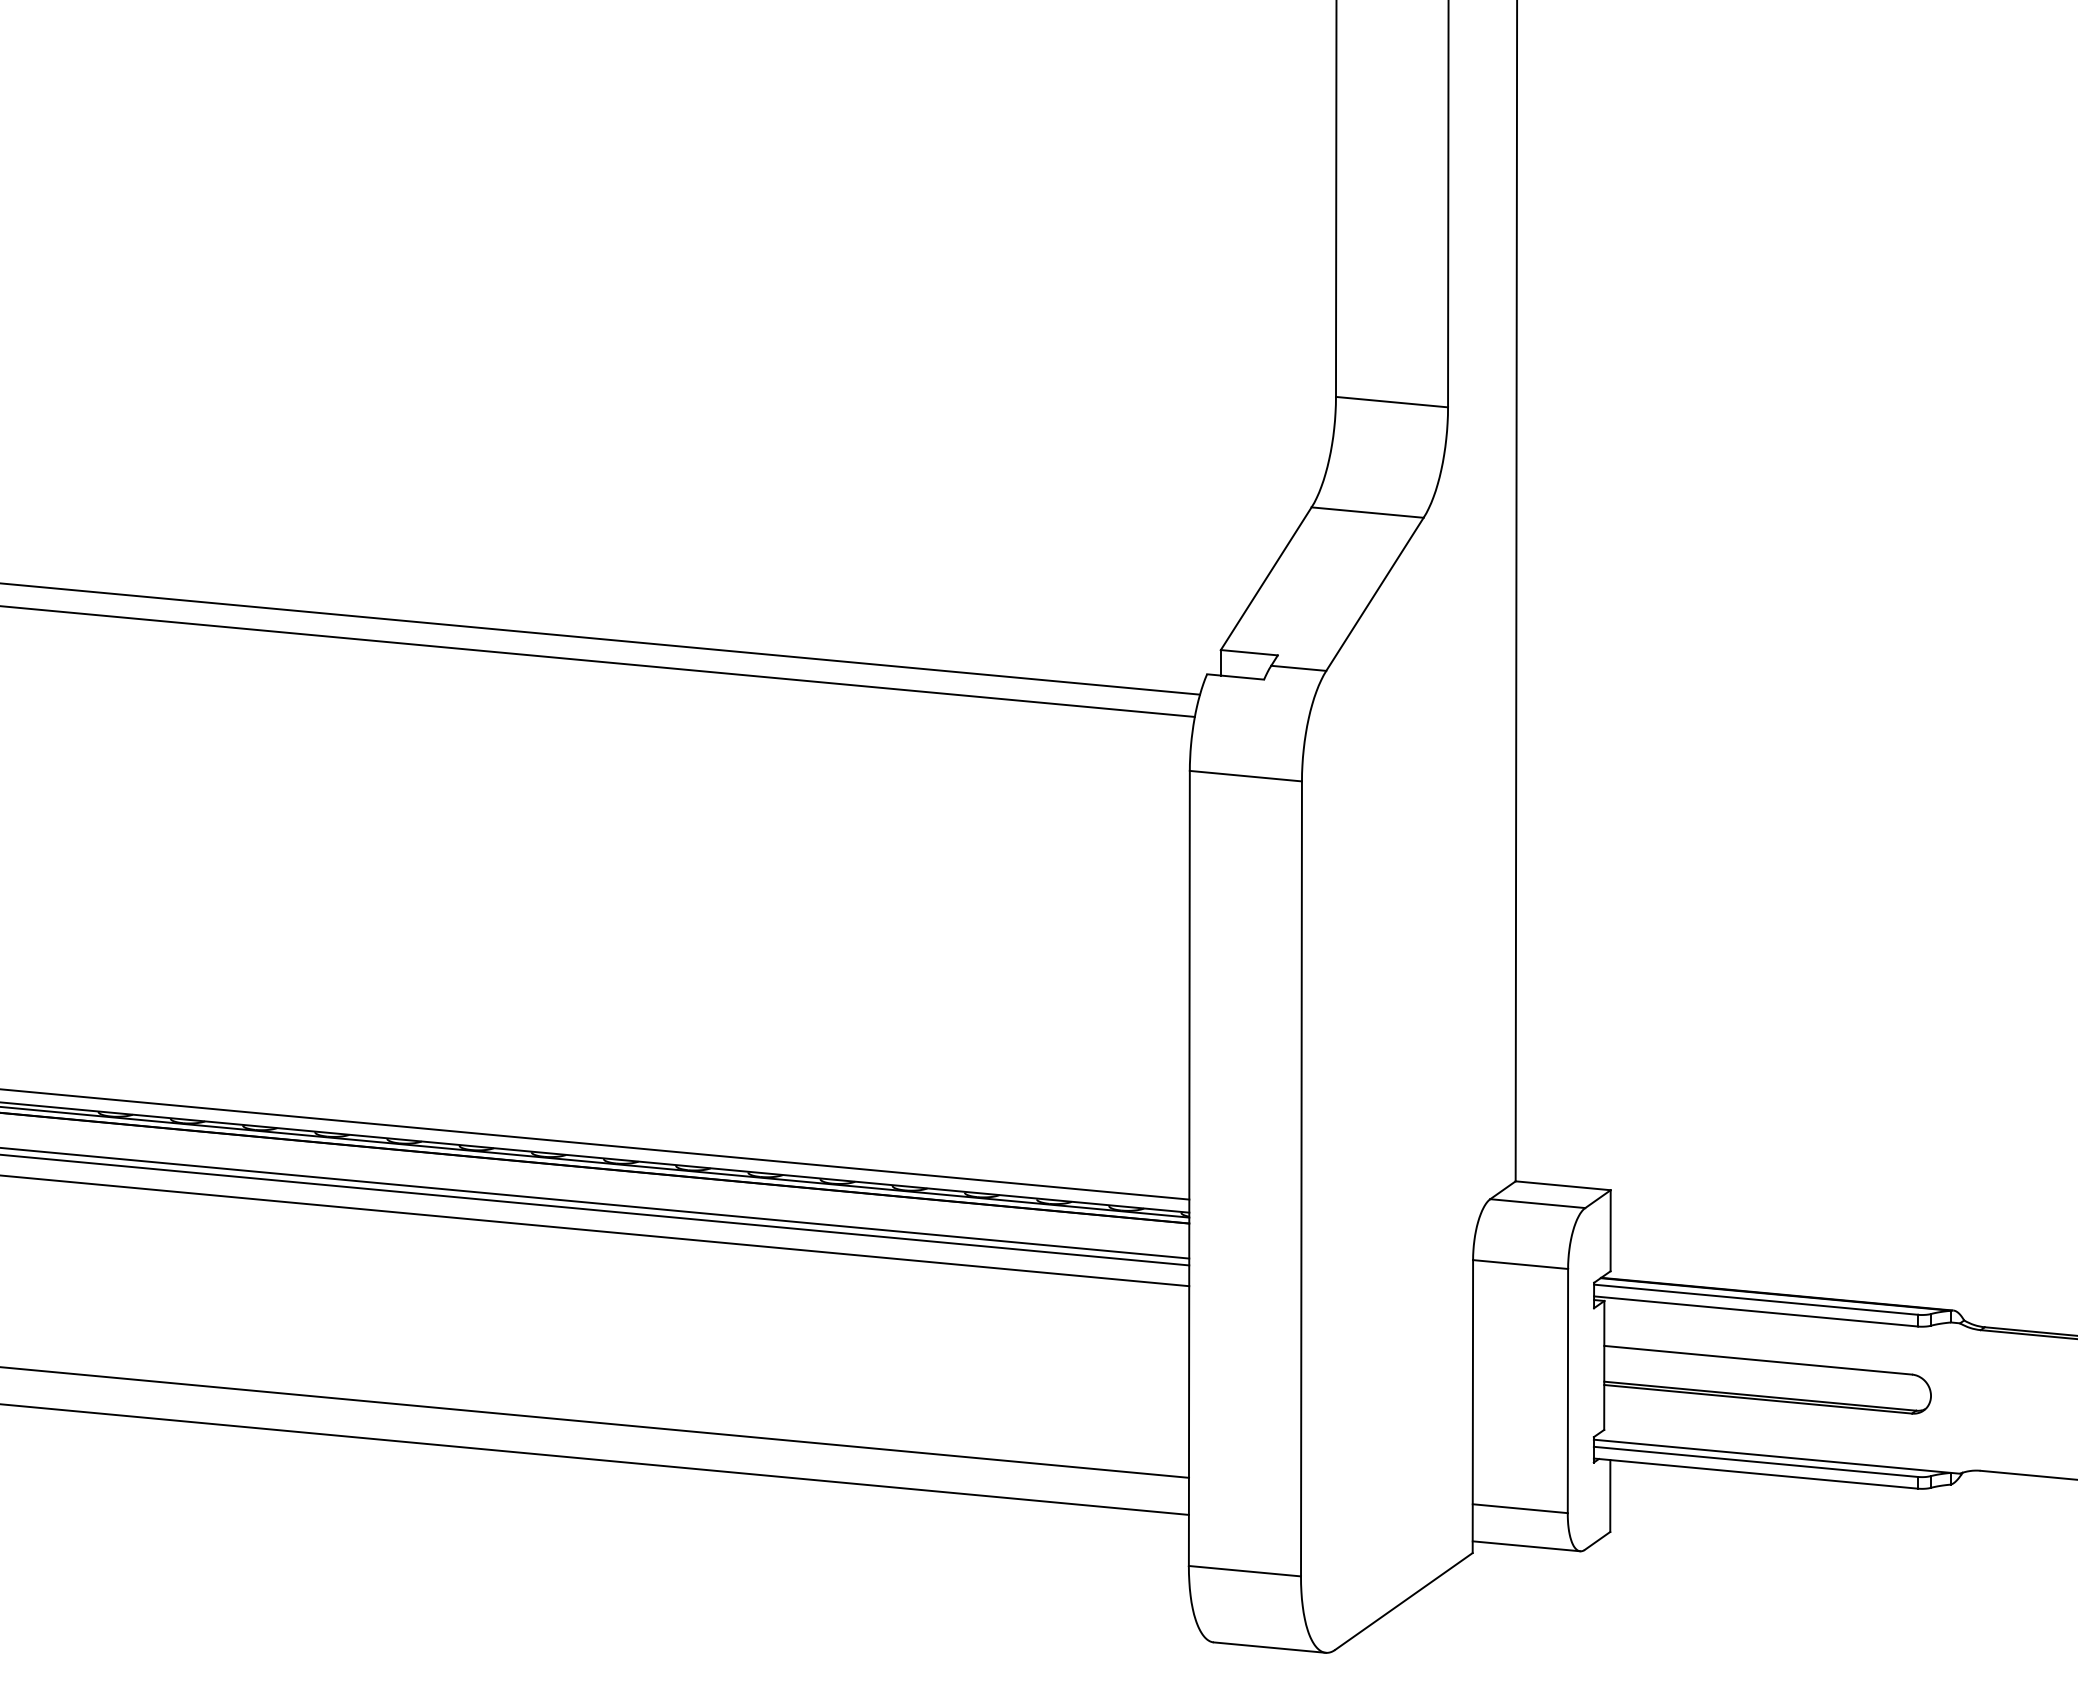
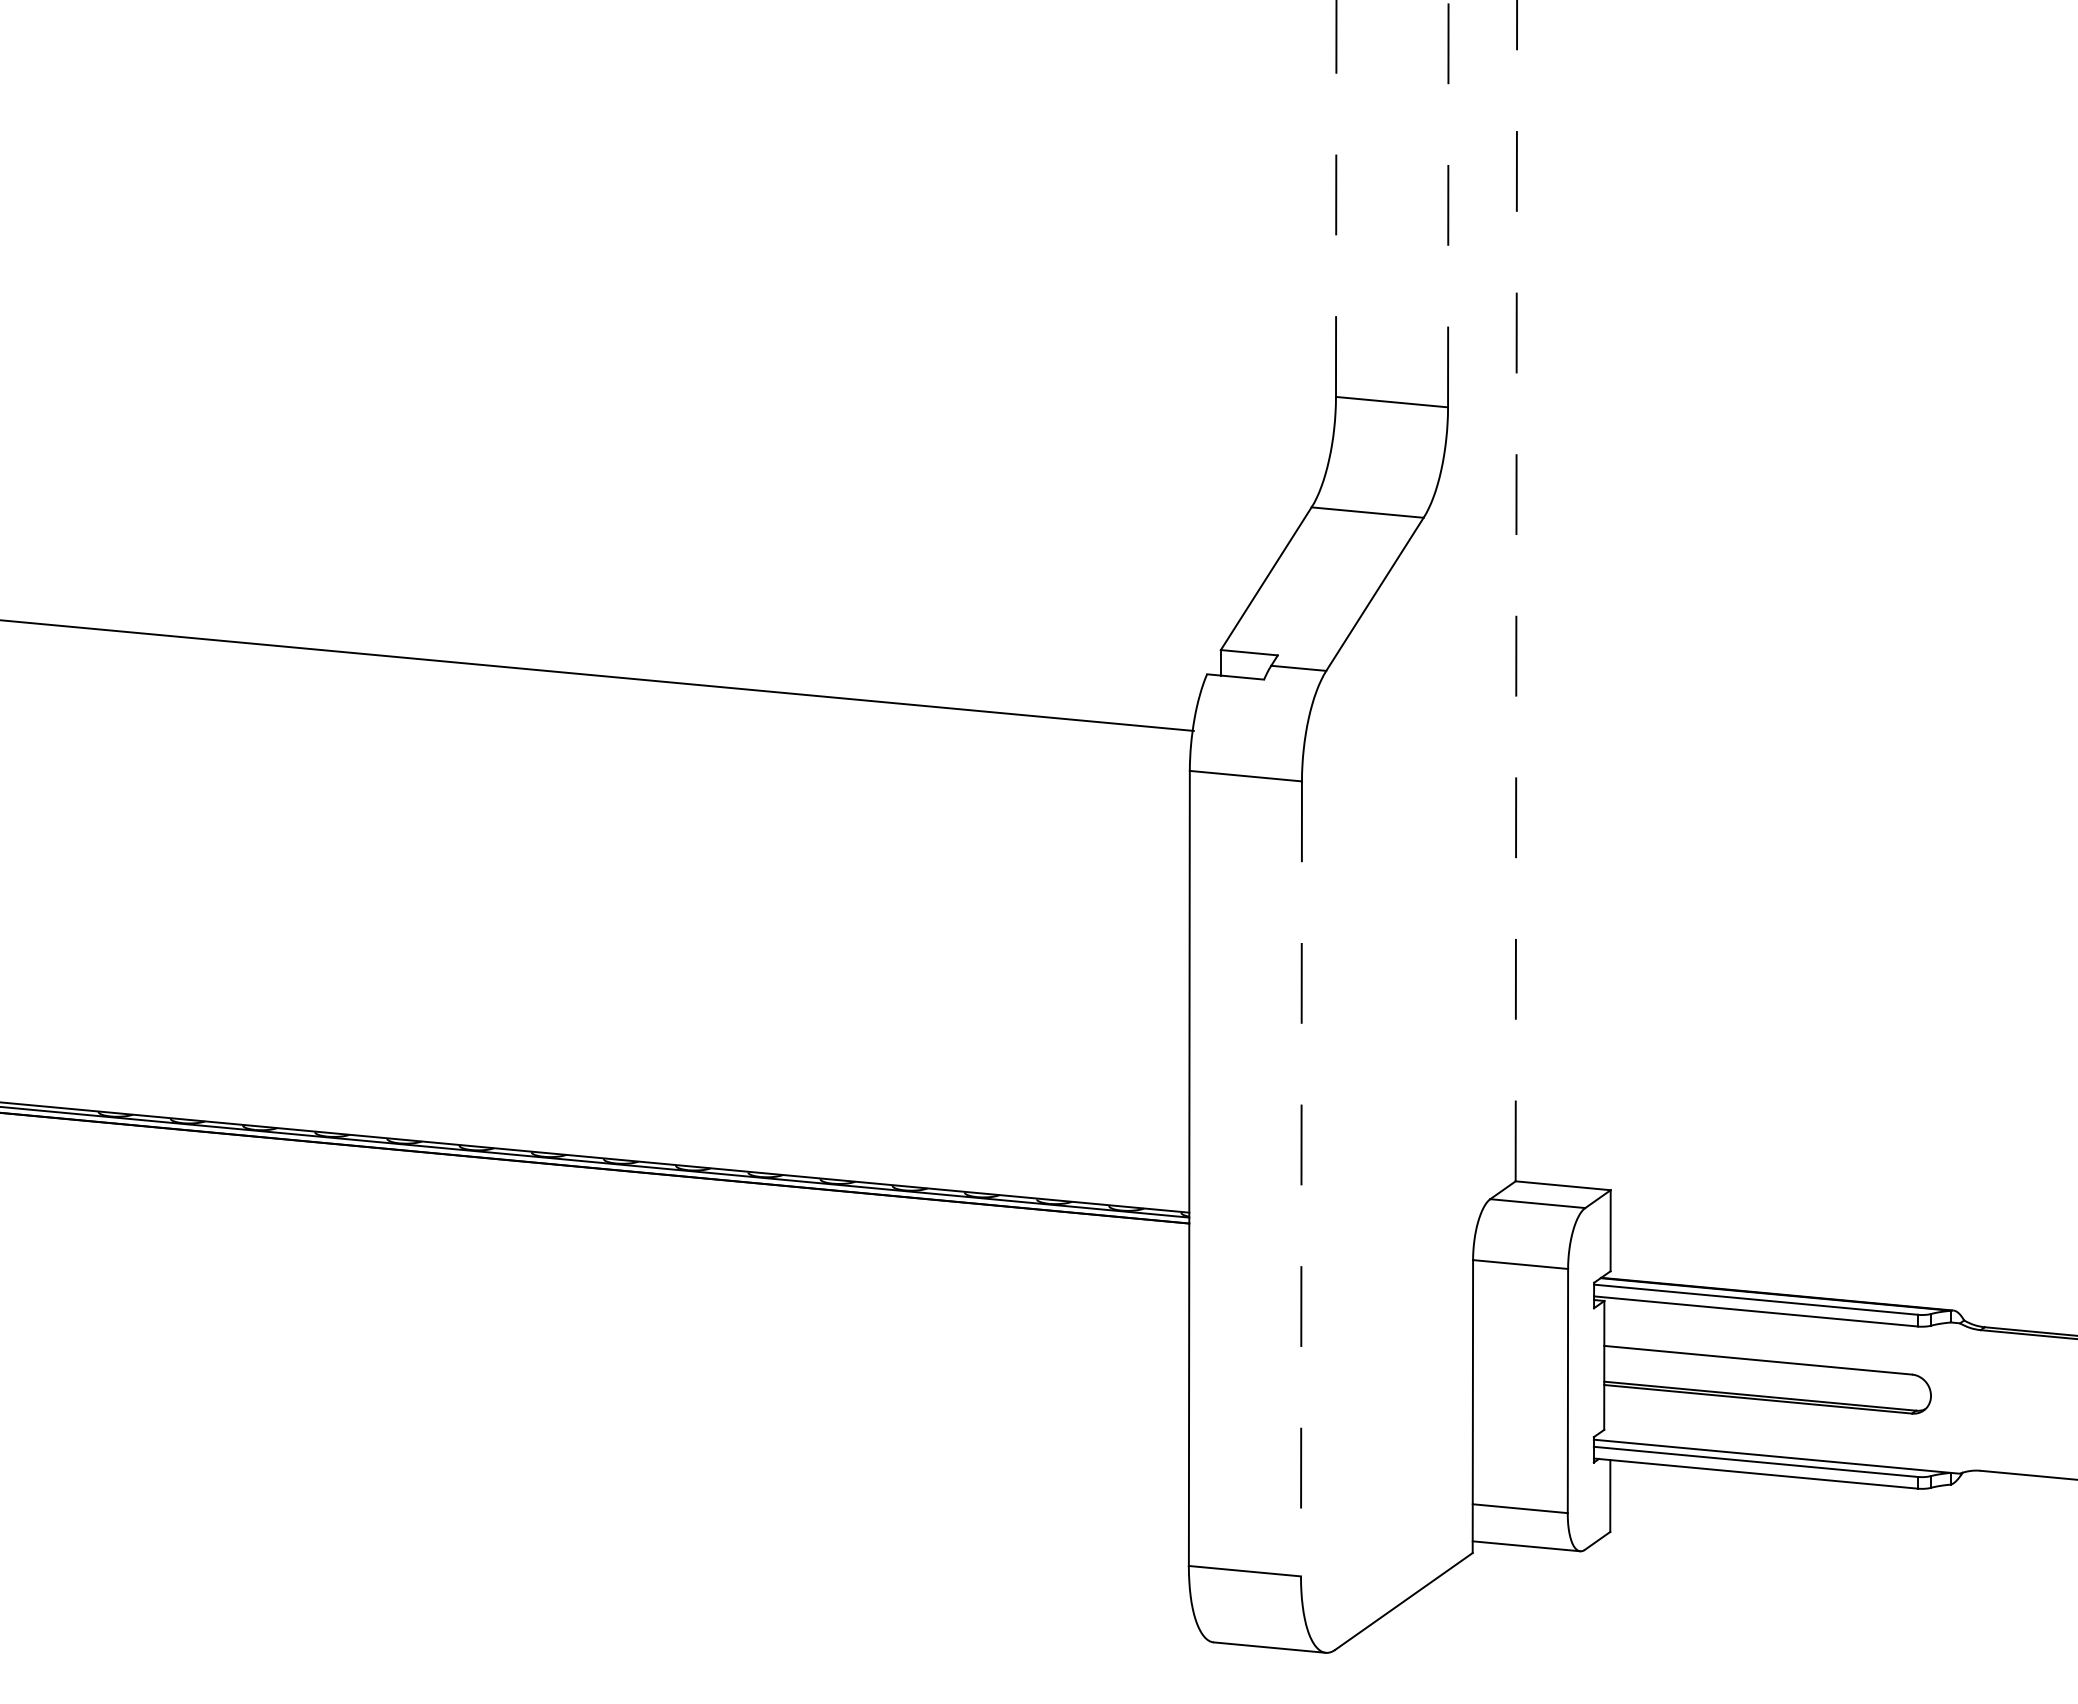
line at (1336, 198): solid -> dashed
line at (1448, 203): solid -> dashed
line at (1516, 590): solid -> dashed
line at (601, 638): present -> none
line at (598, 661) position: (598, 661) -> (597, 675)
line at (595, 1144): present -> none
line at (1301, 1179): solid -> dashed
line at (595, 1203): present -> none
line at (595, 1209): present -> none
line at (595, 1230): present -> none
line at (595, 1422): present -> none
line at (595, 1459): present -> none
